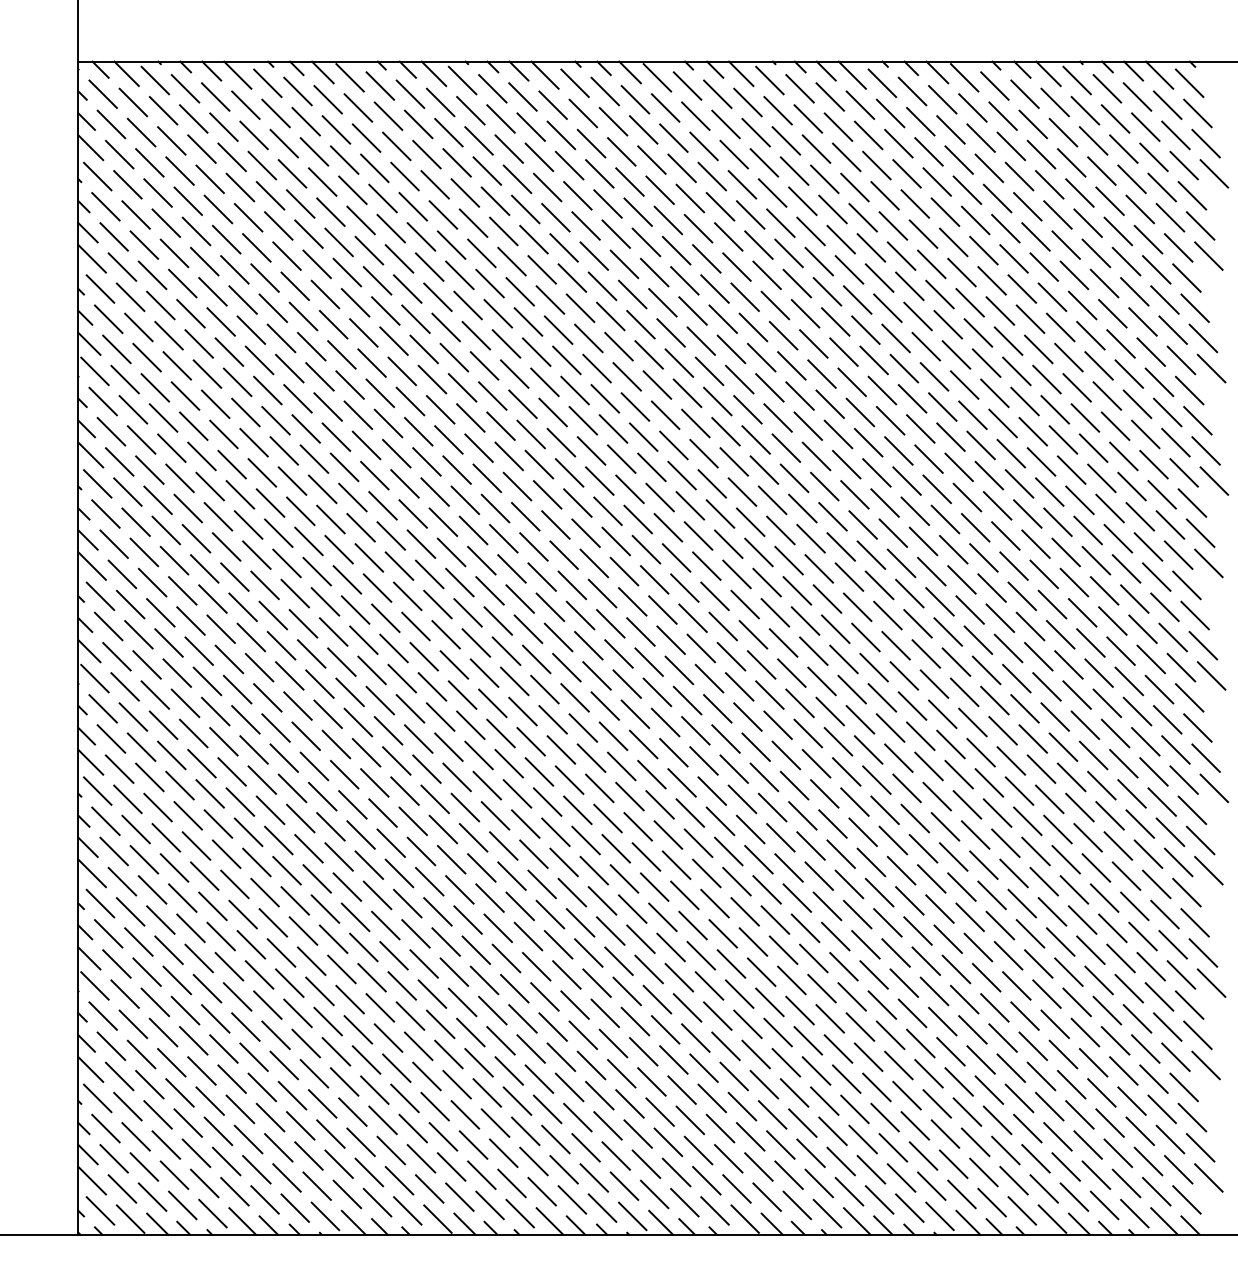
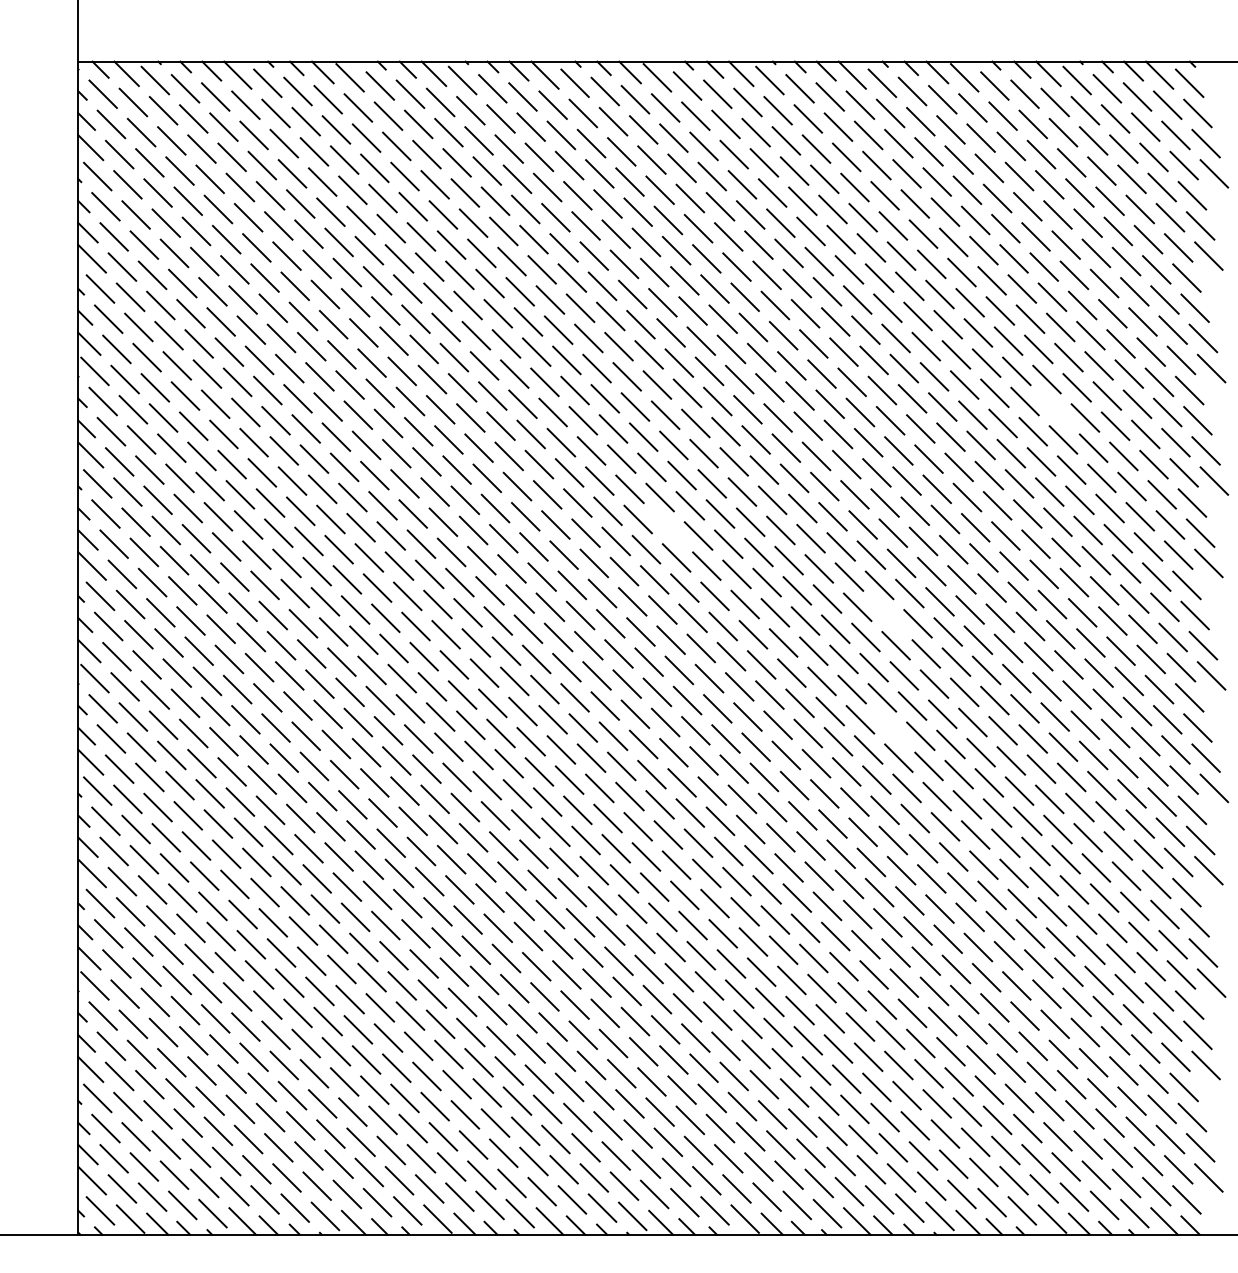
line at (1054, 409): present -> none
line at (668, 527): present -> none
line at (887, 615): present -> none
line at (890, 727): present -> none
